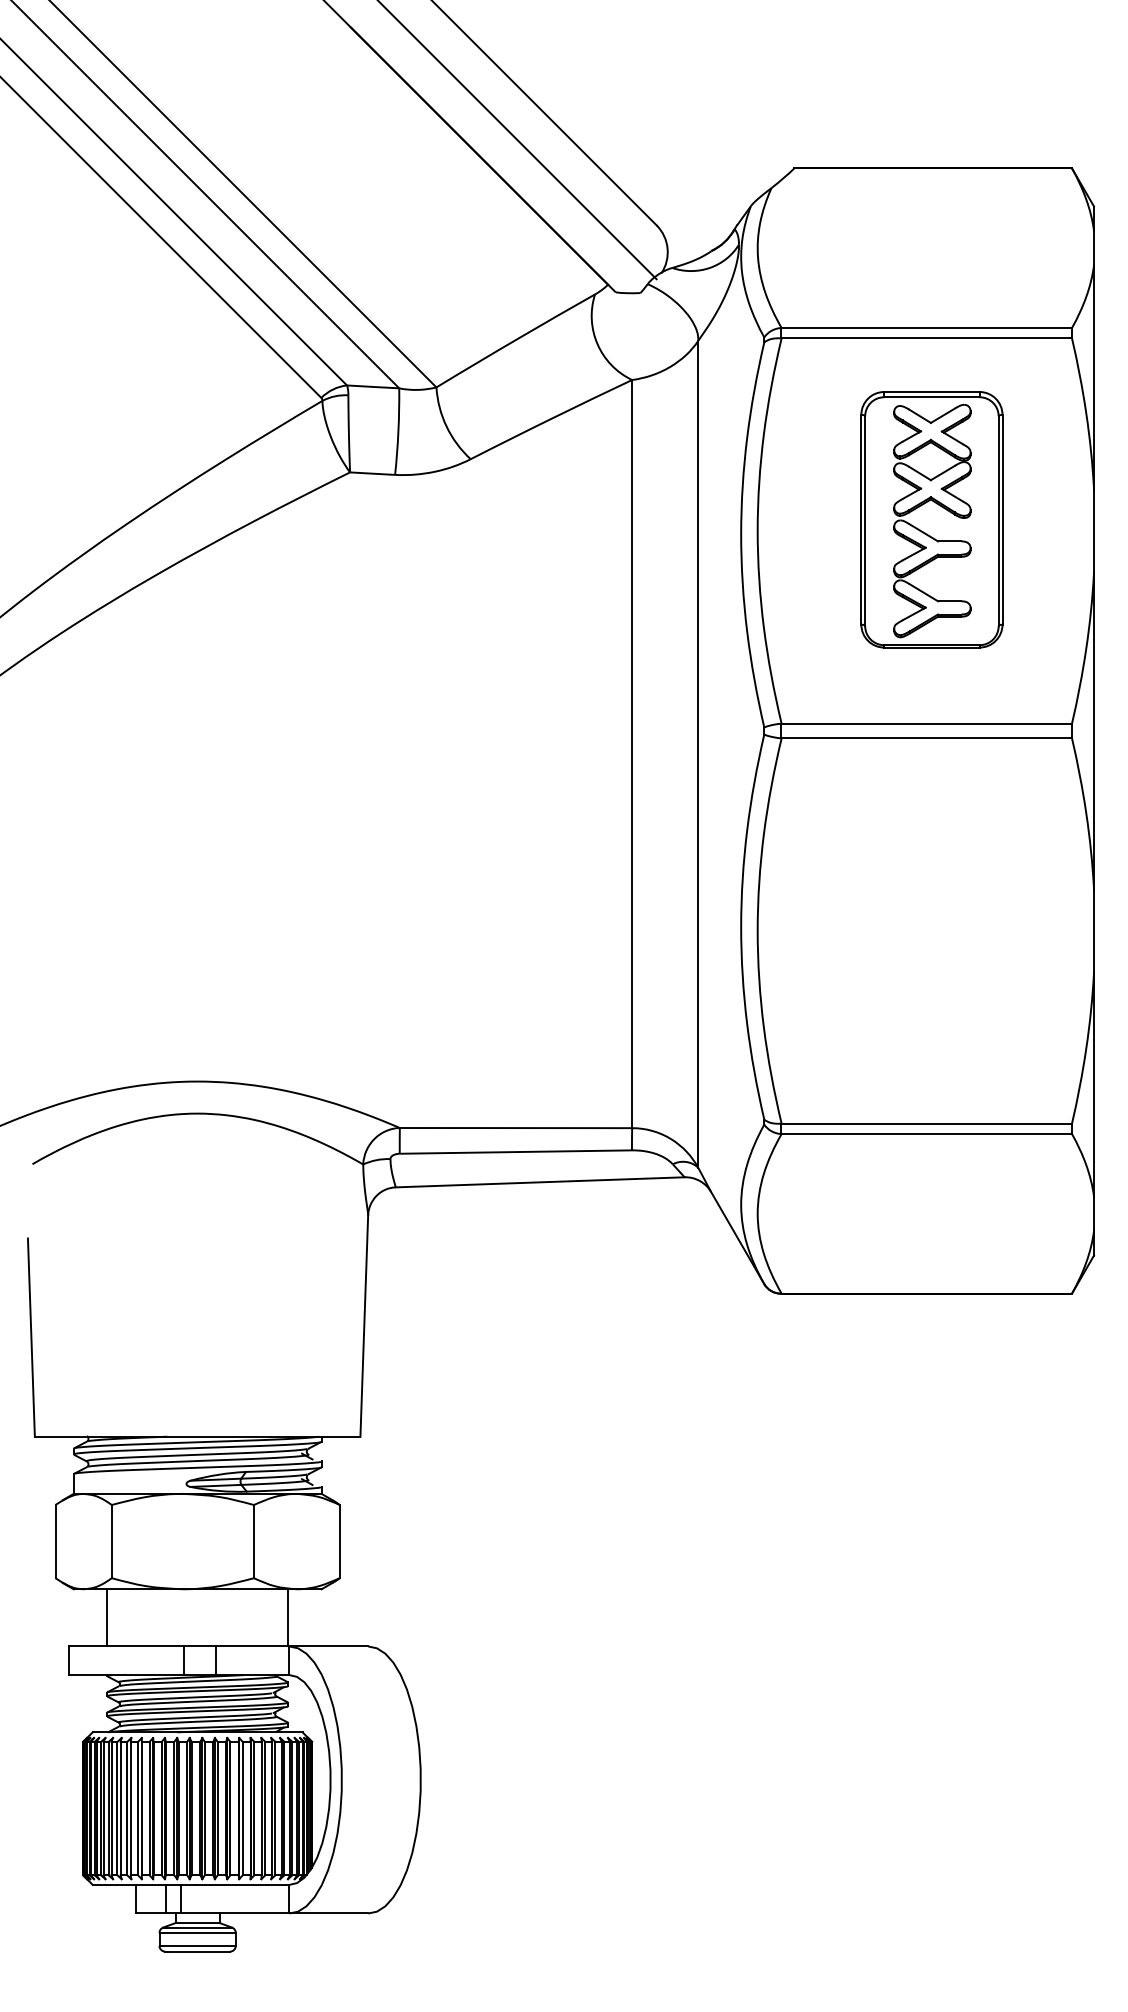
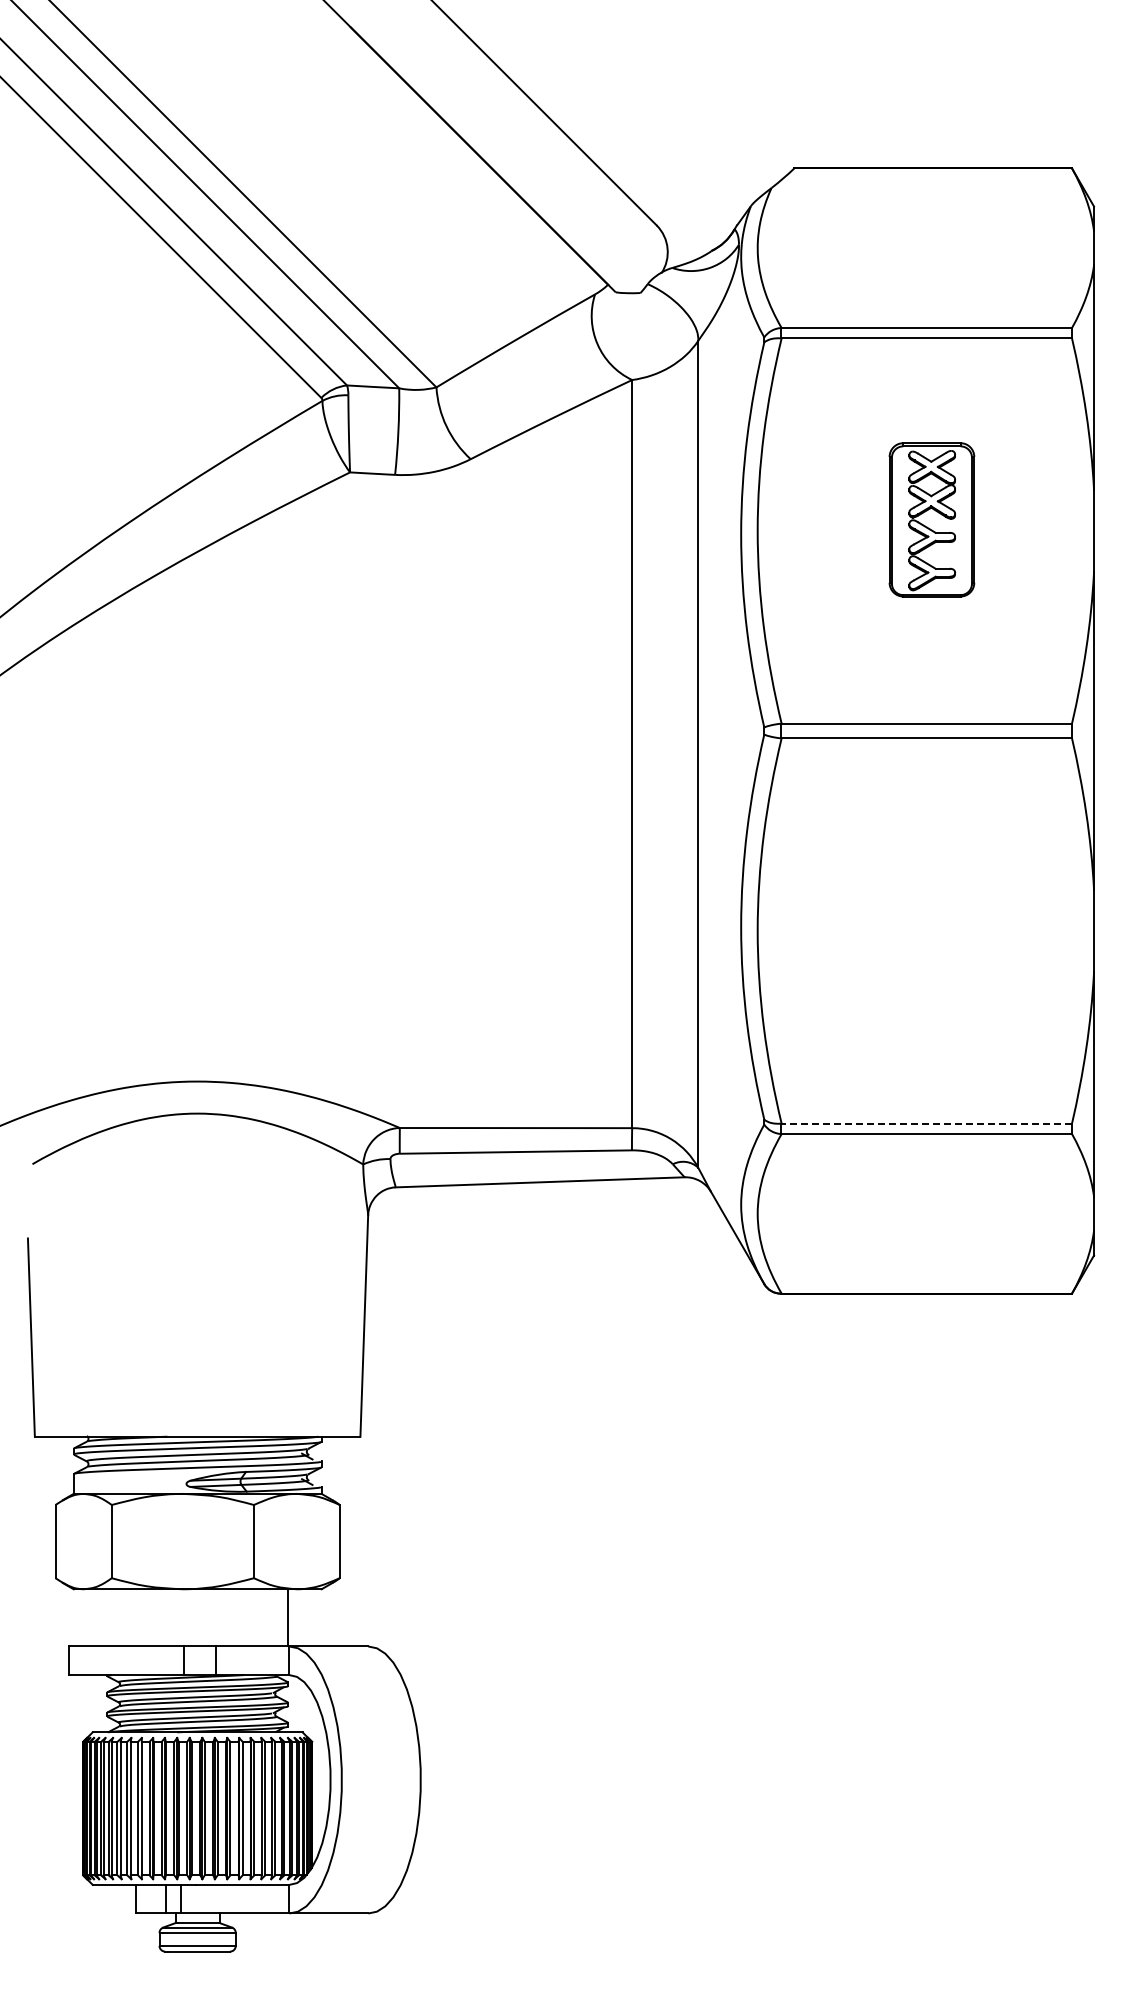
line at (517, 140): present -> none
part at (931, 519) size: 144x258 px -> 88x156 px
line at (926, 1123): solid -> dashed
line at (107, 1617): present -> none
